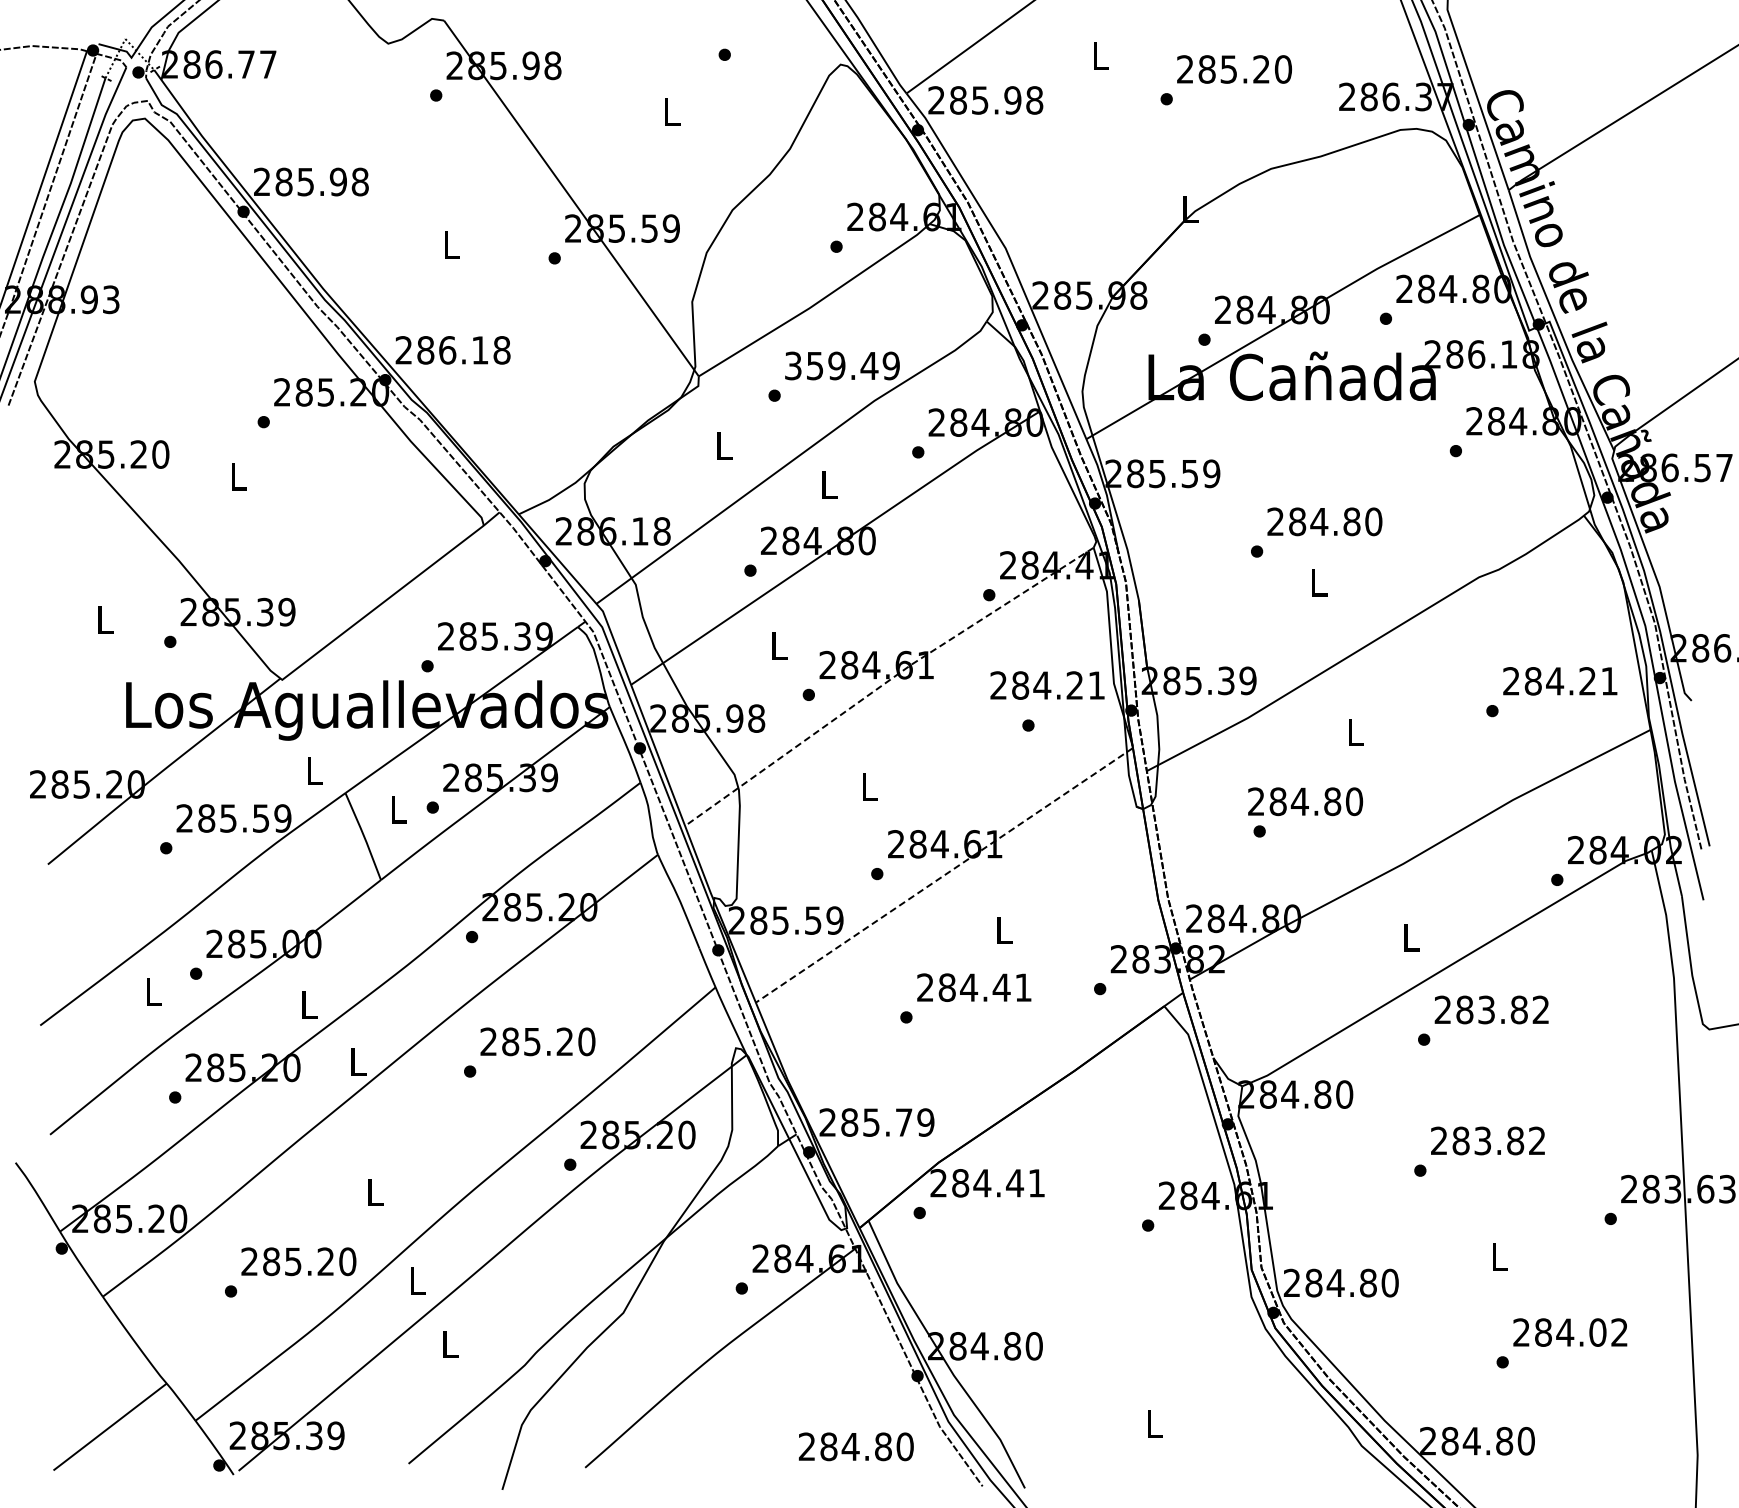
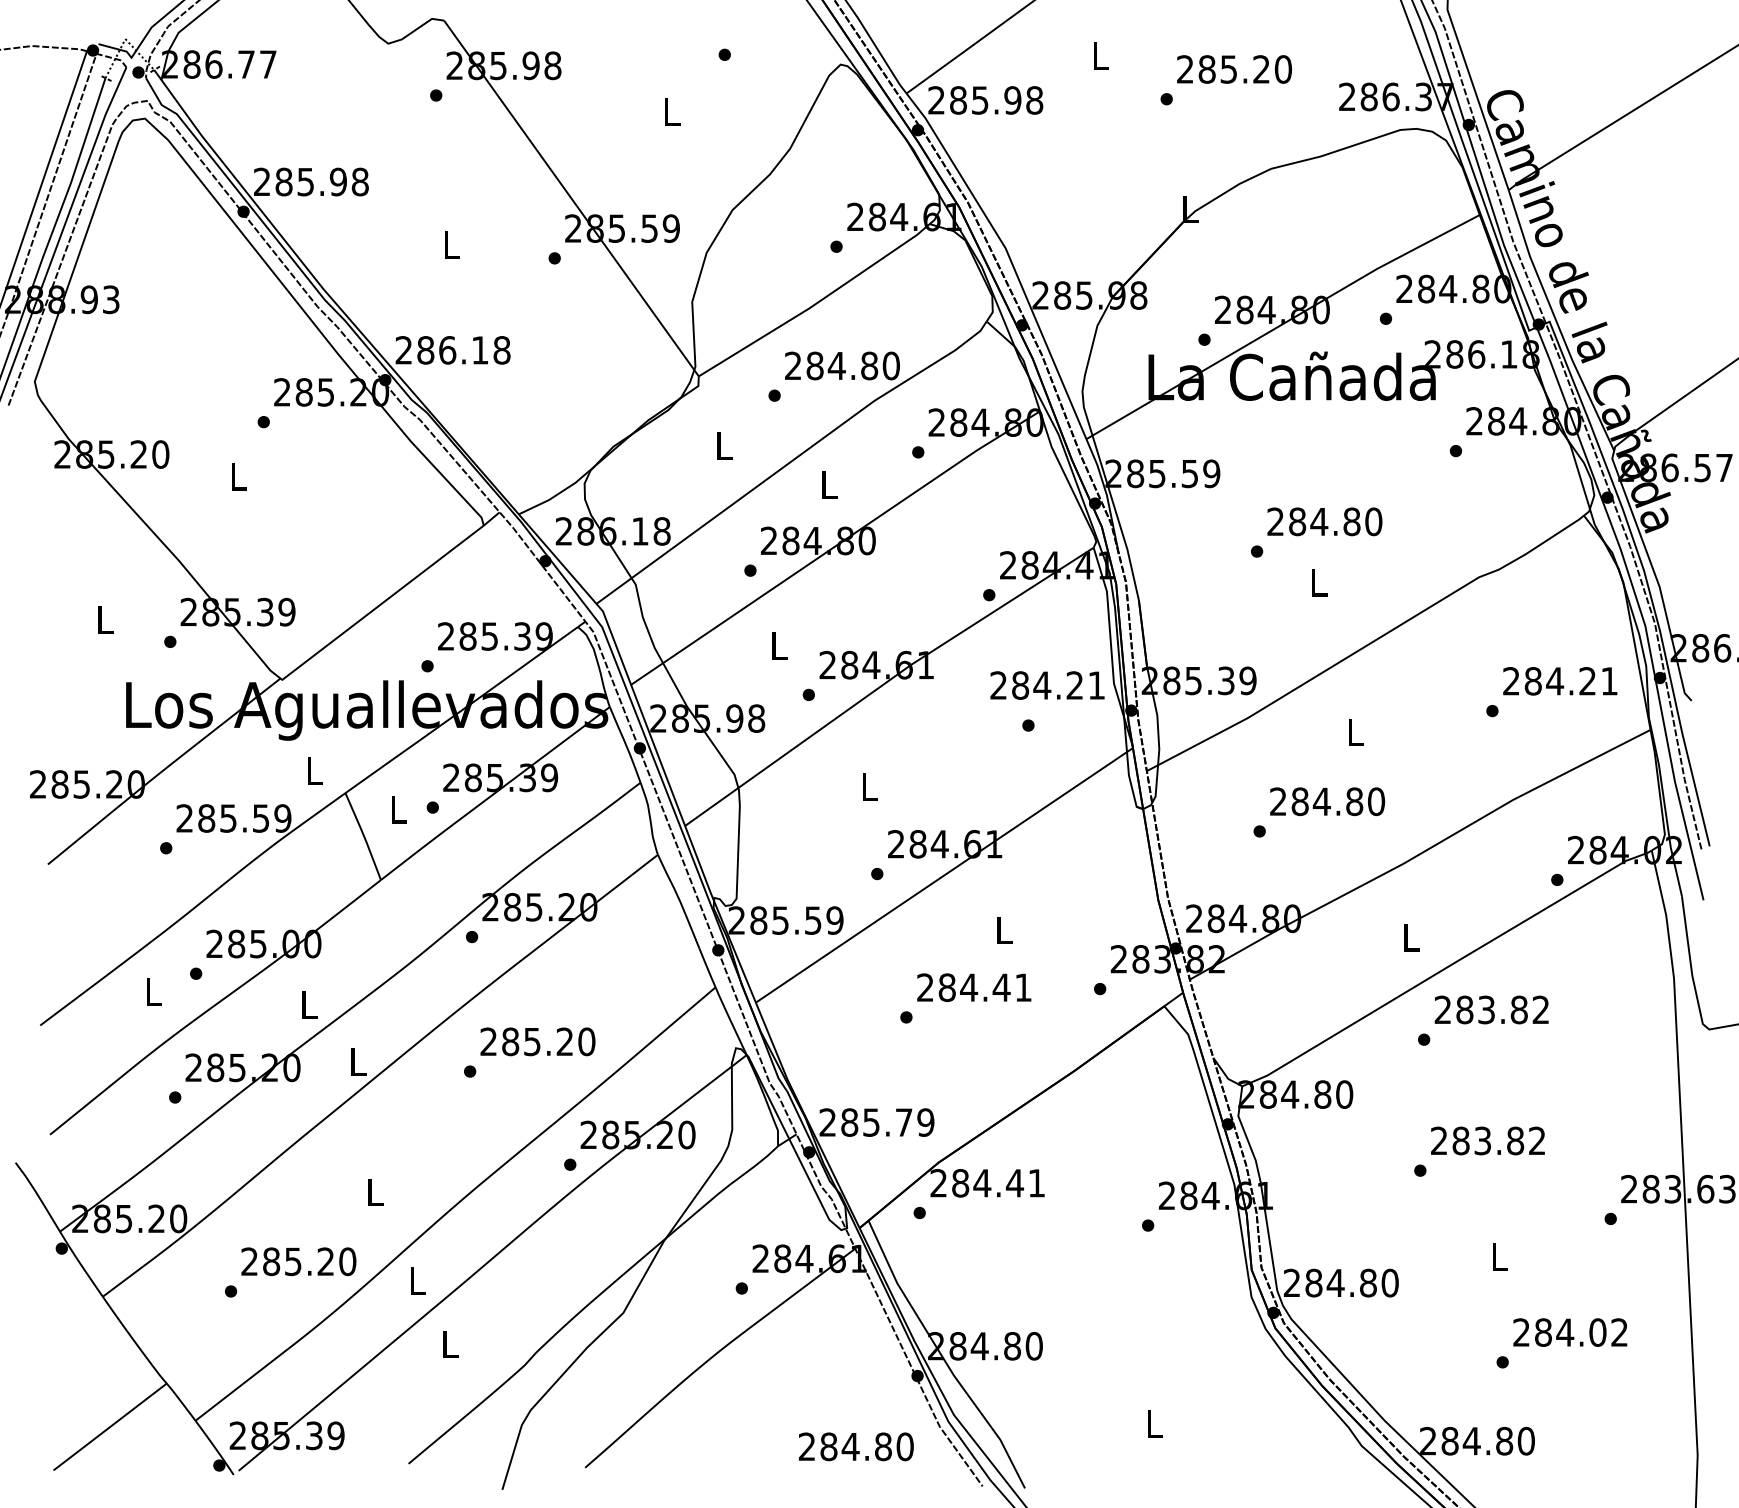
text at (842, 365): 359.49 -> 284.80
line at (886, 682): dashed -> solid
text at (1305, 801) position: (1305, 801) -> (1327, 801)
line at (944, 875): dashed -> solid
